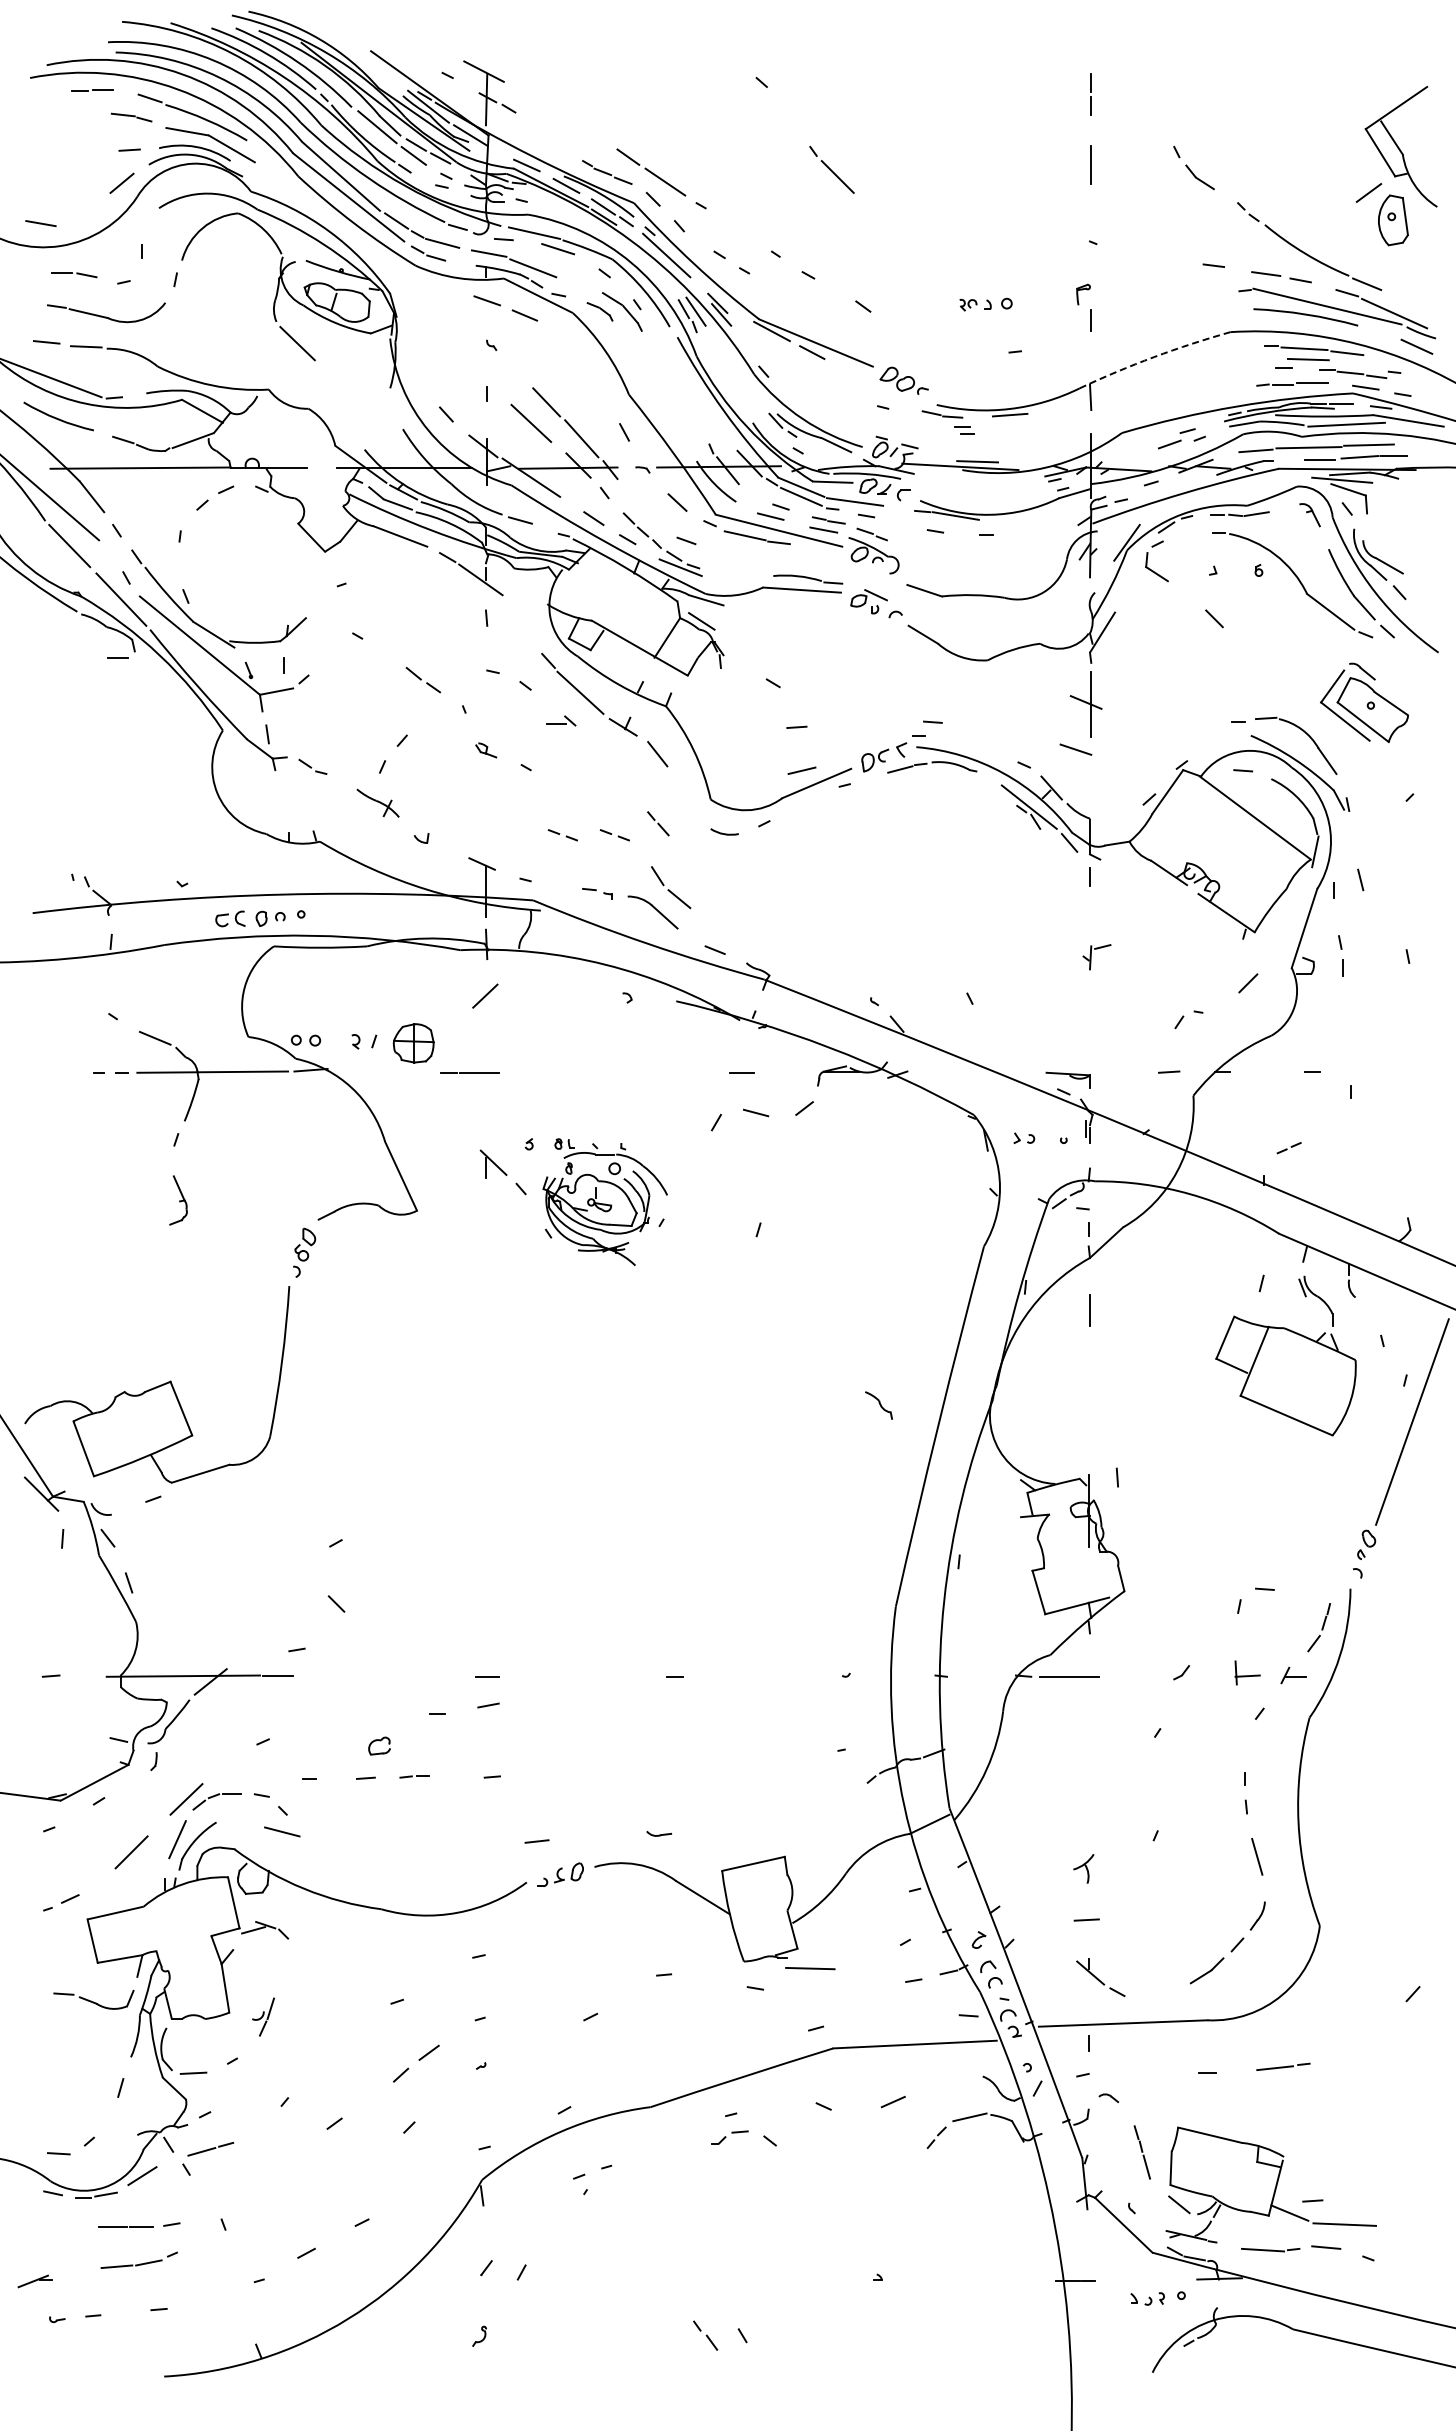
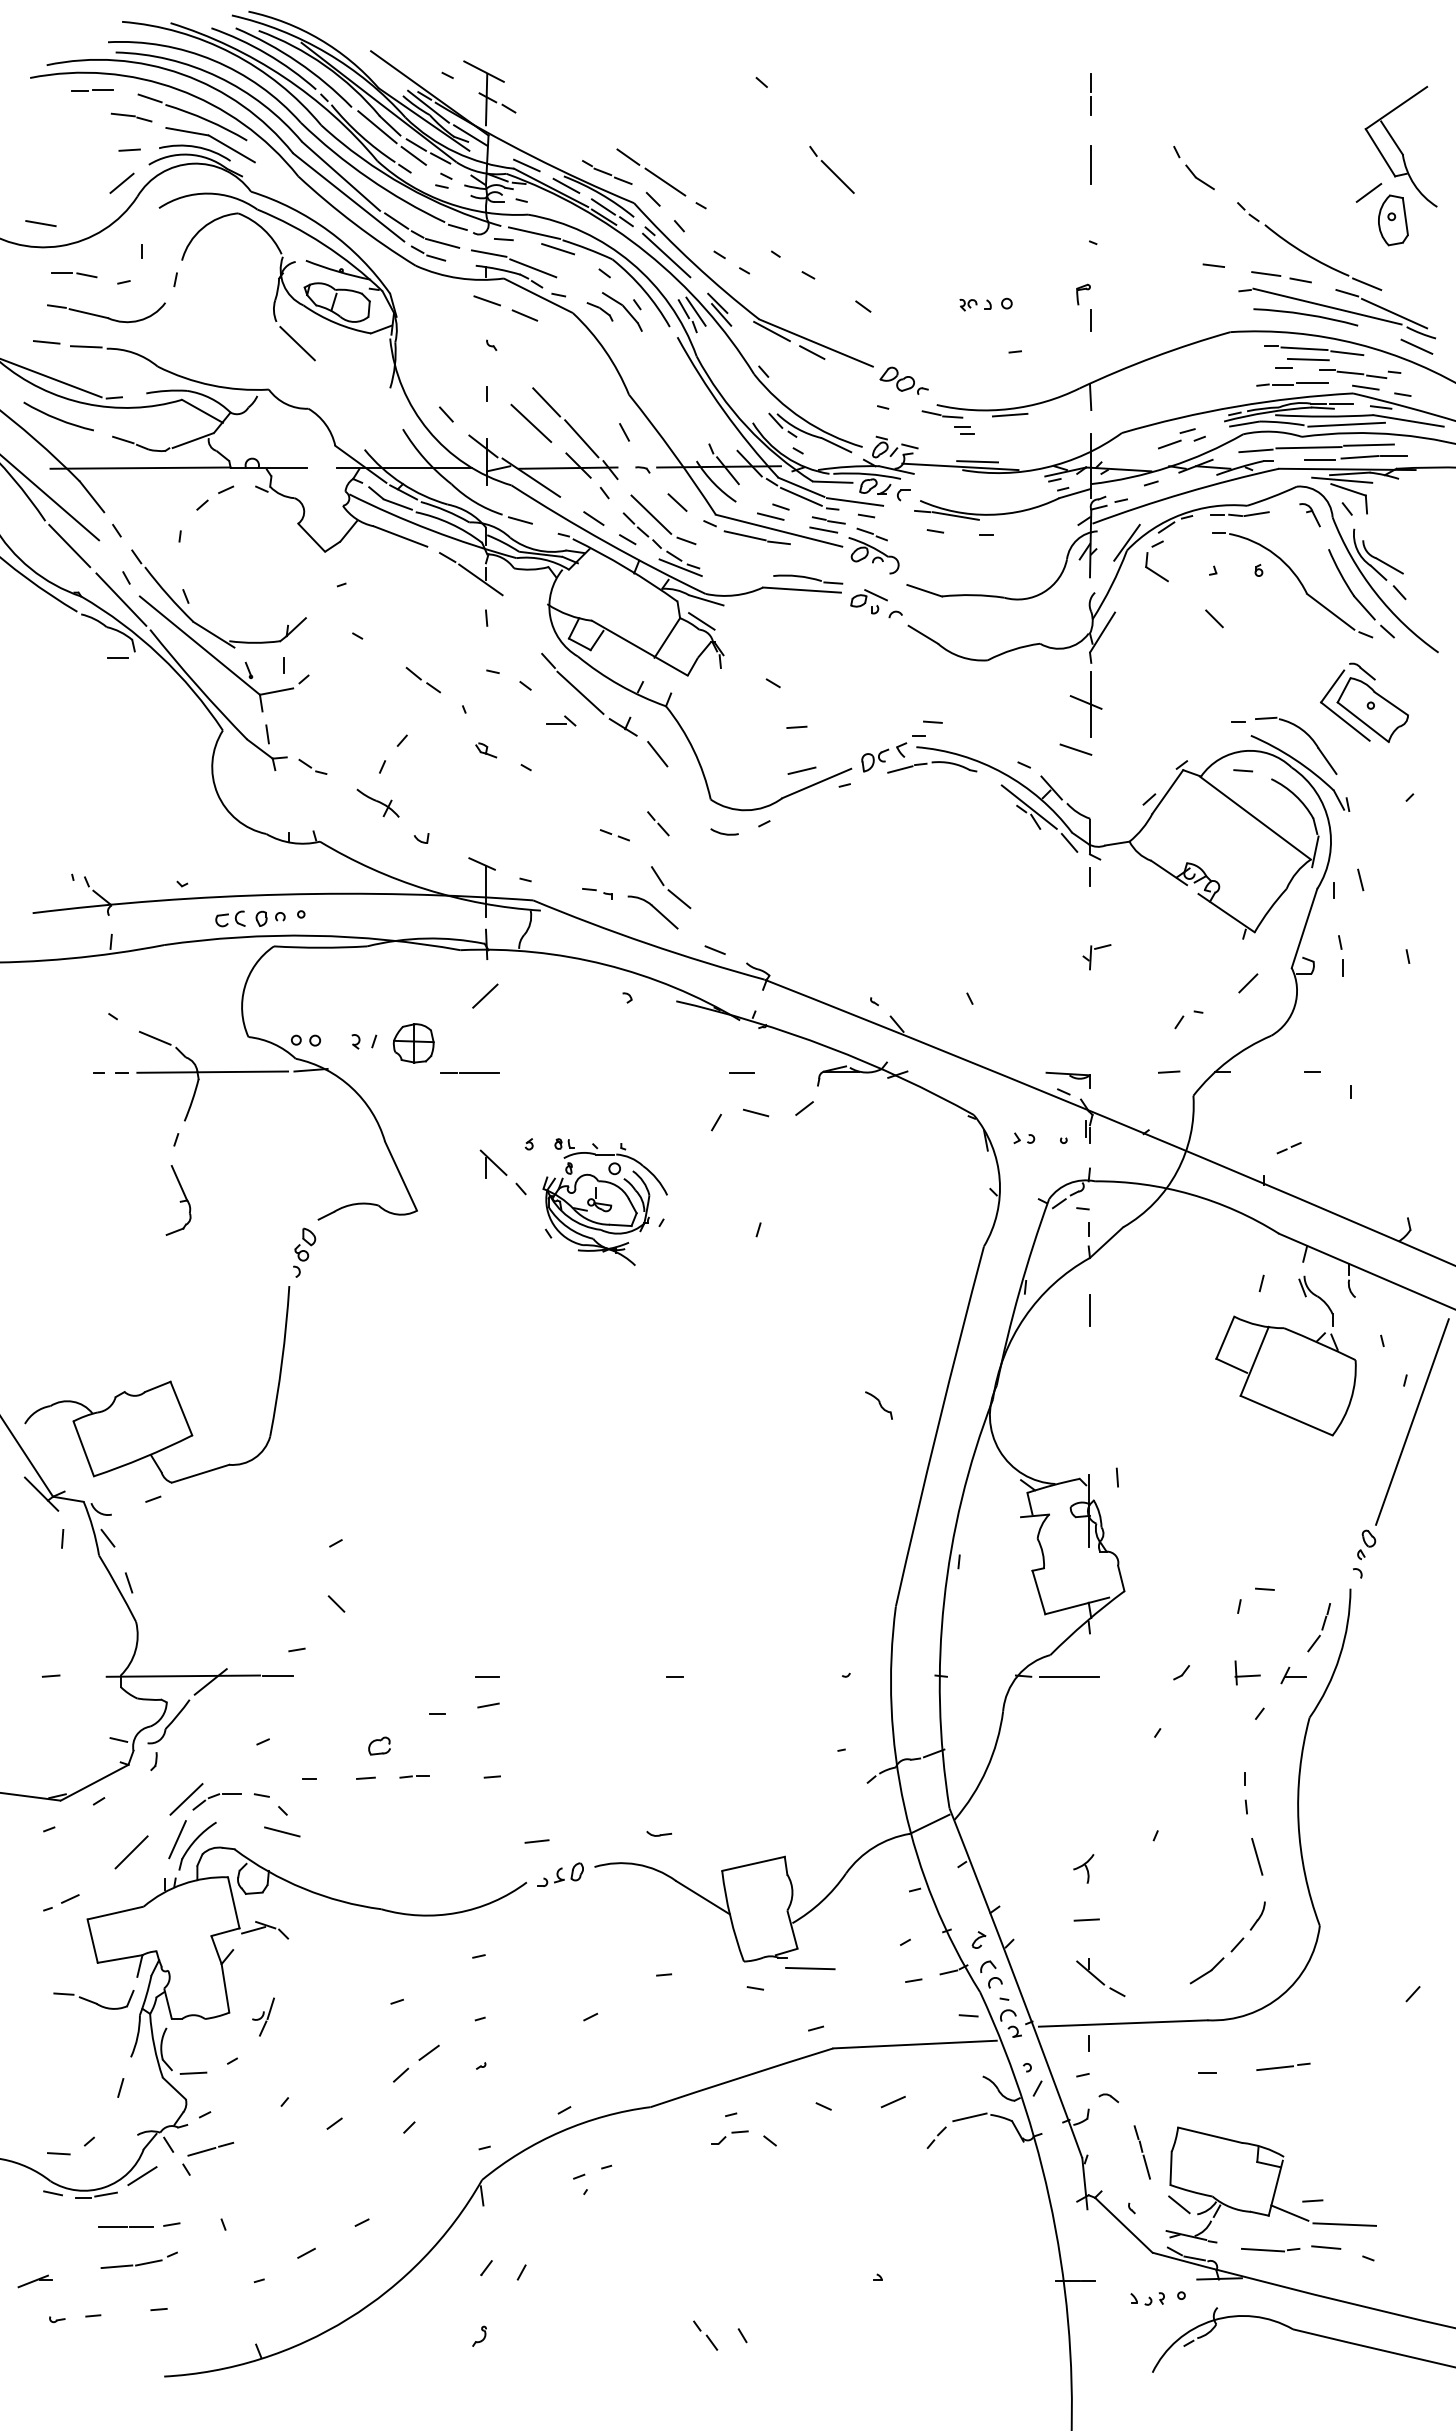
arc at (1153, 357): dashed -> solid
line at (651, 514): none -> present
part at (562, 835): present -> none
part at (178, 1200) size: 19x51 px -> 27x71 px
